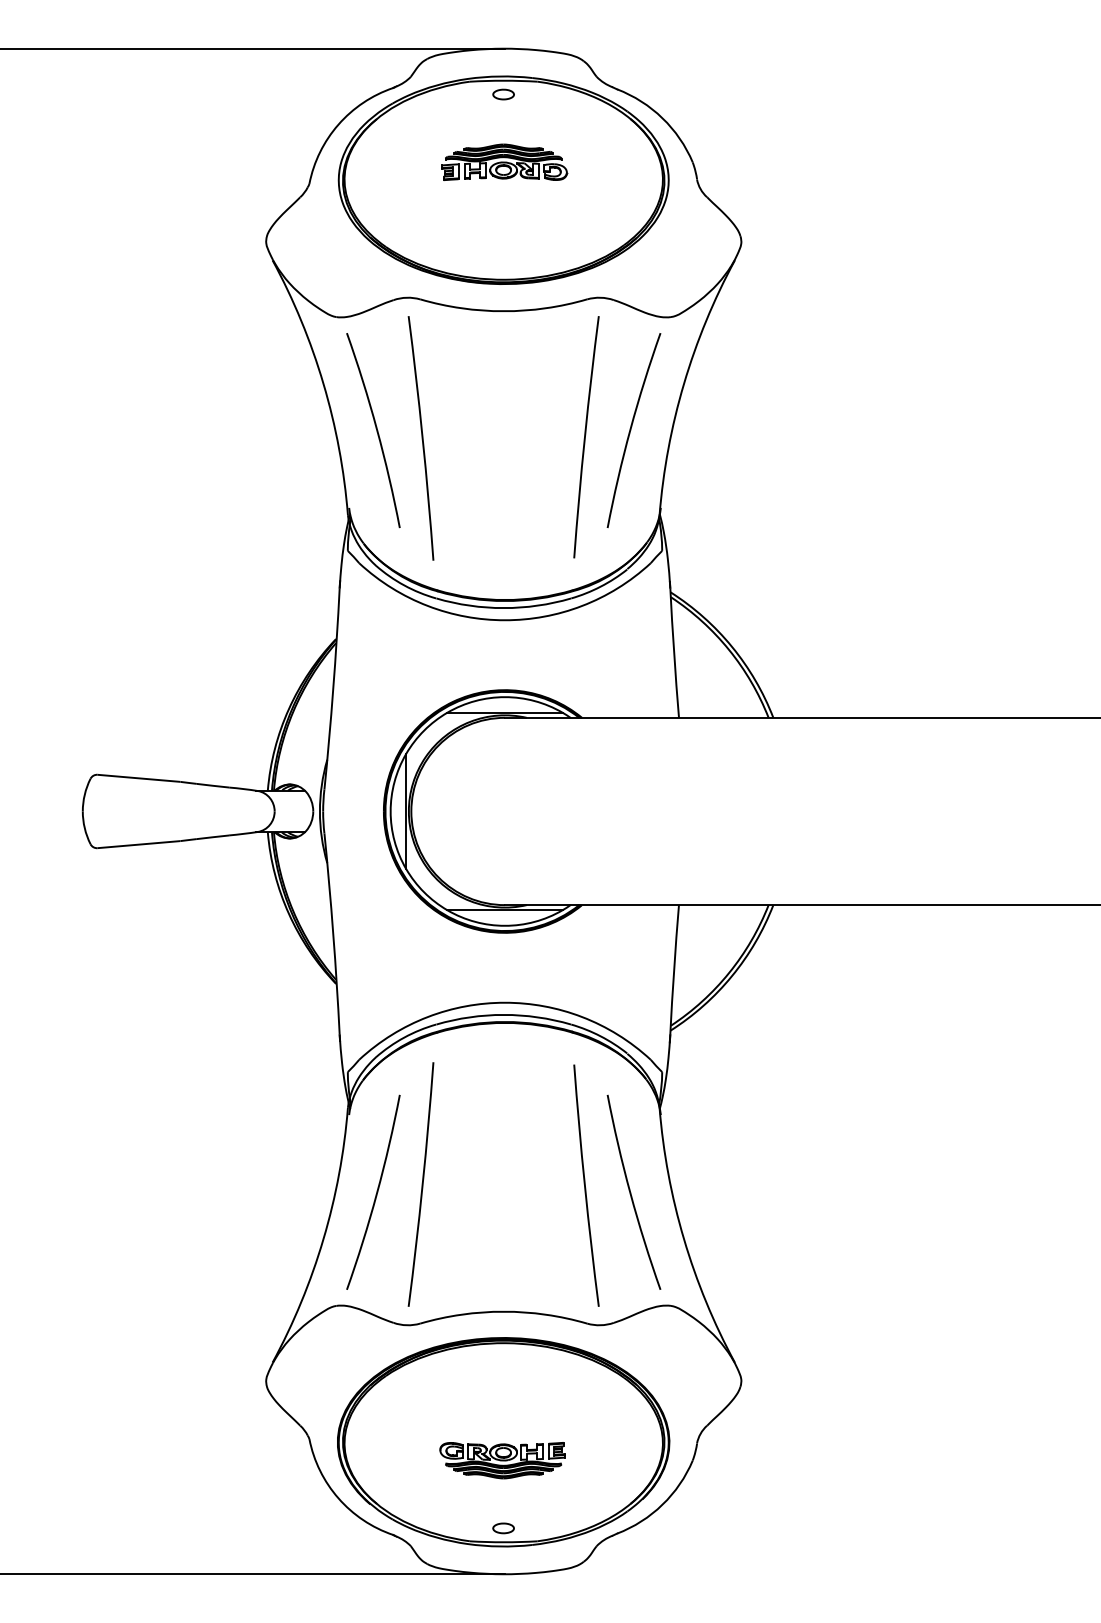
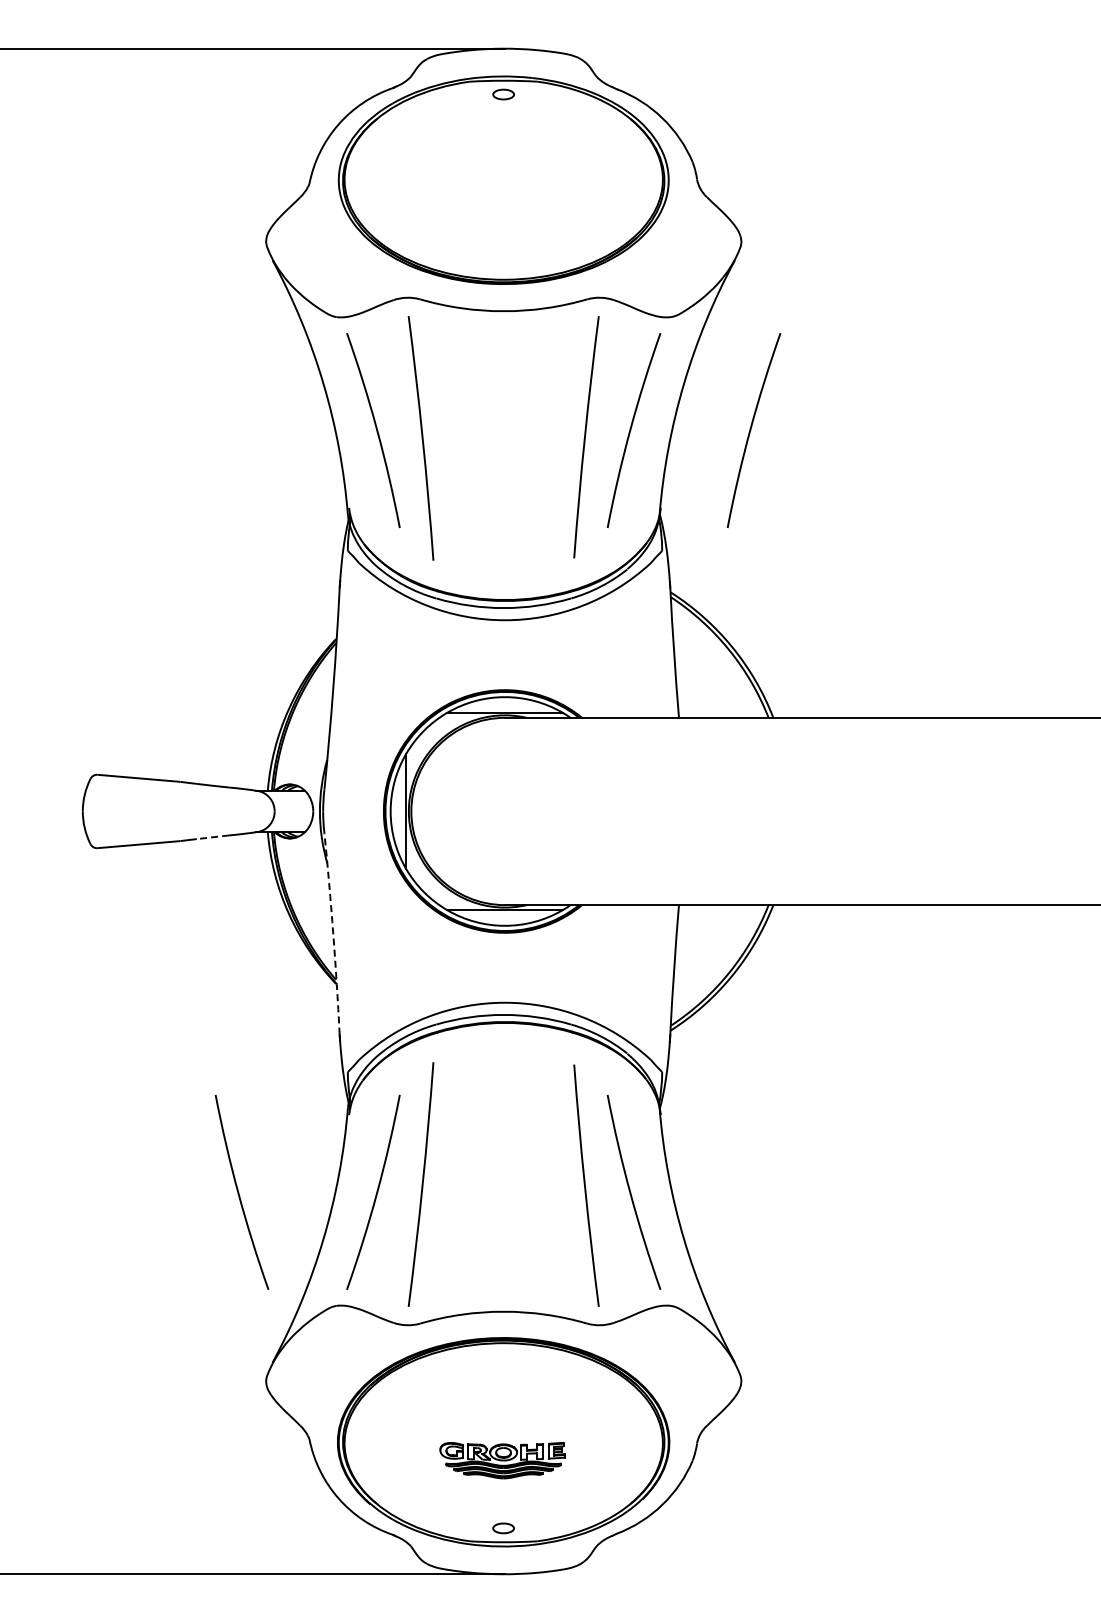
part at (504, 161): present -> none
arc at (751, 430): none -> present
arc at (212, 837): solid -> dashed
arc at (333, 933): solid -> dashed
arc at (239, 1192): none -> present
